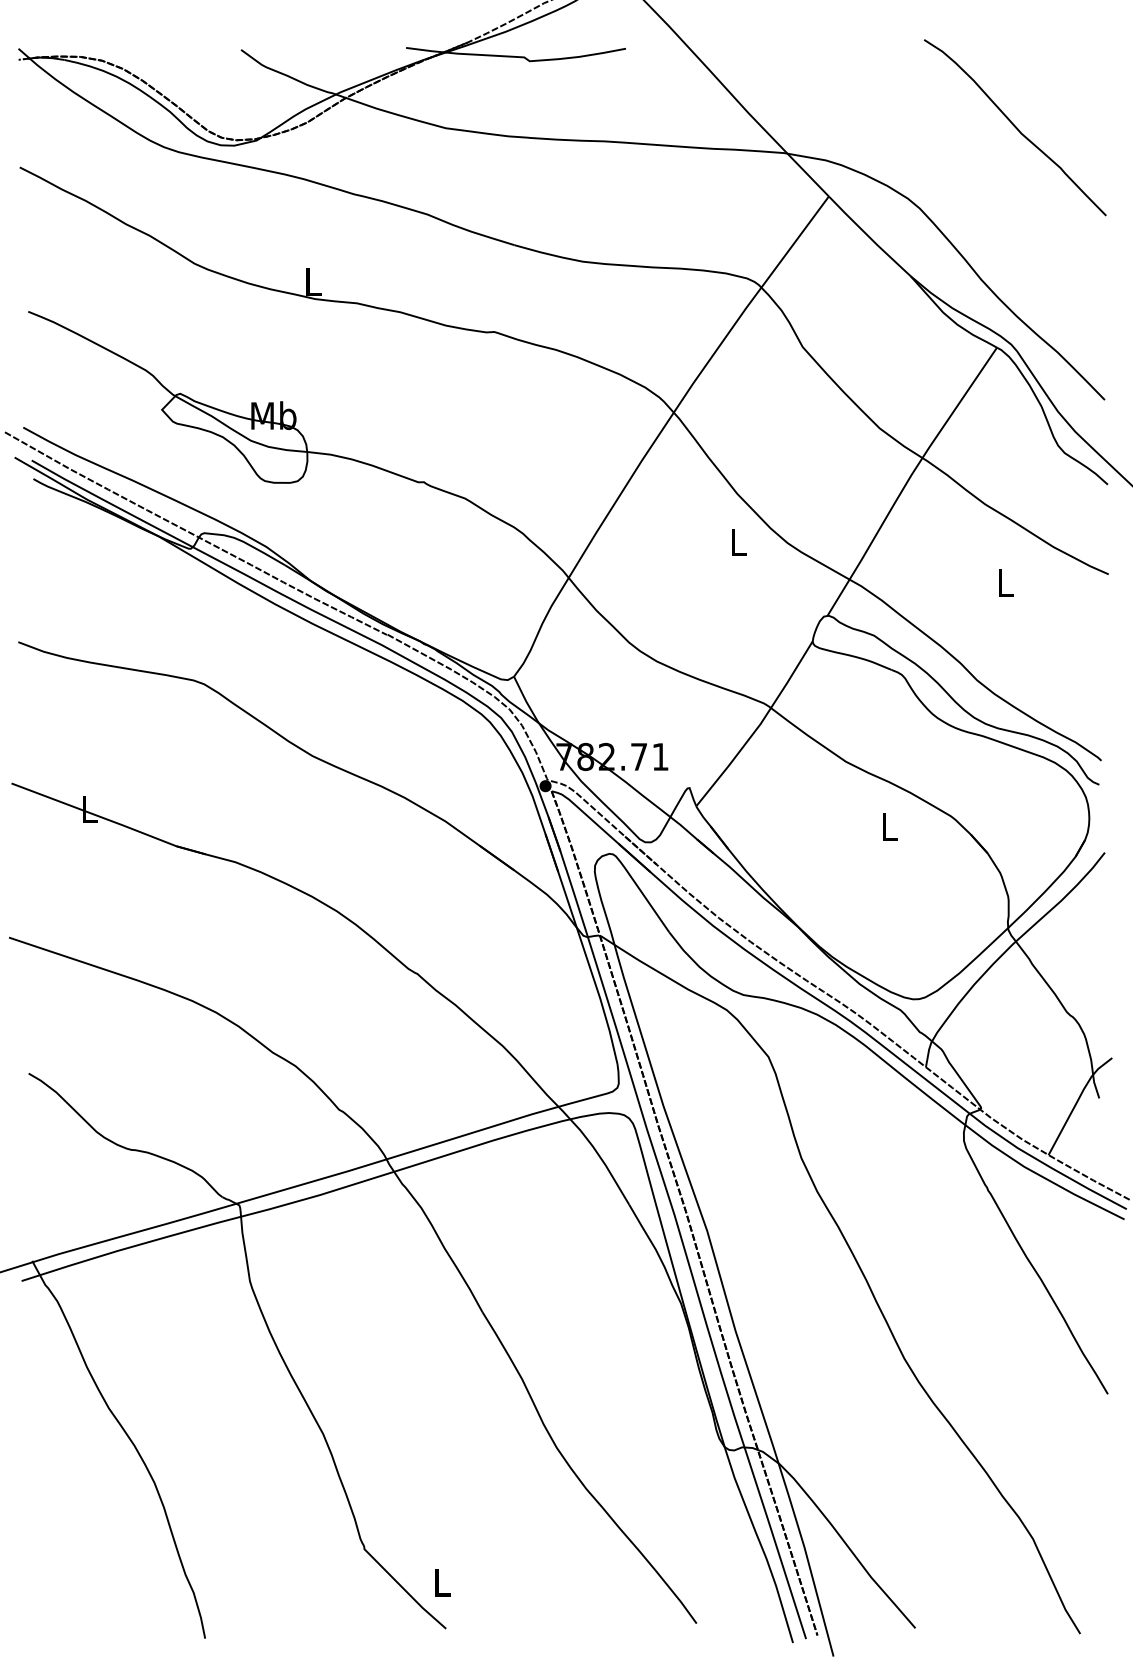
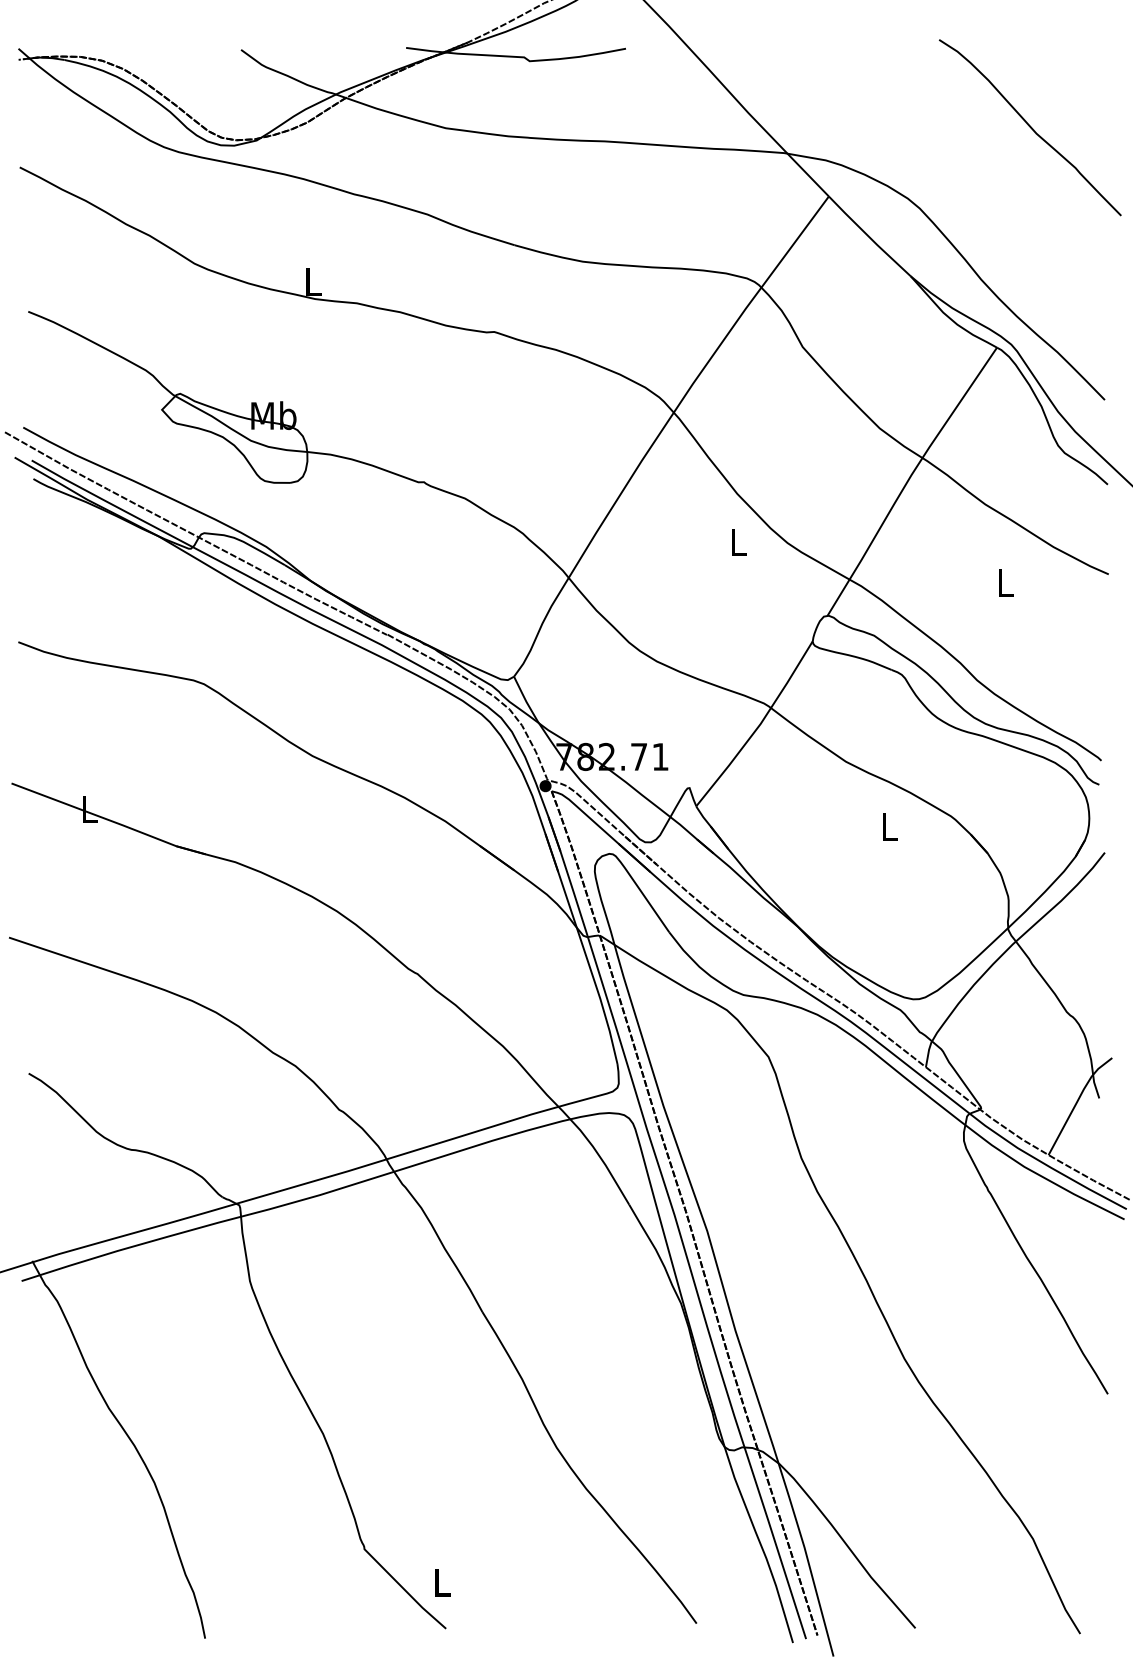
curve at (1015, 127) position: (1015, 127) -> (1030, 127)
